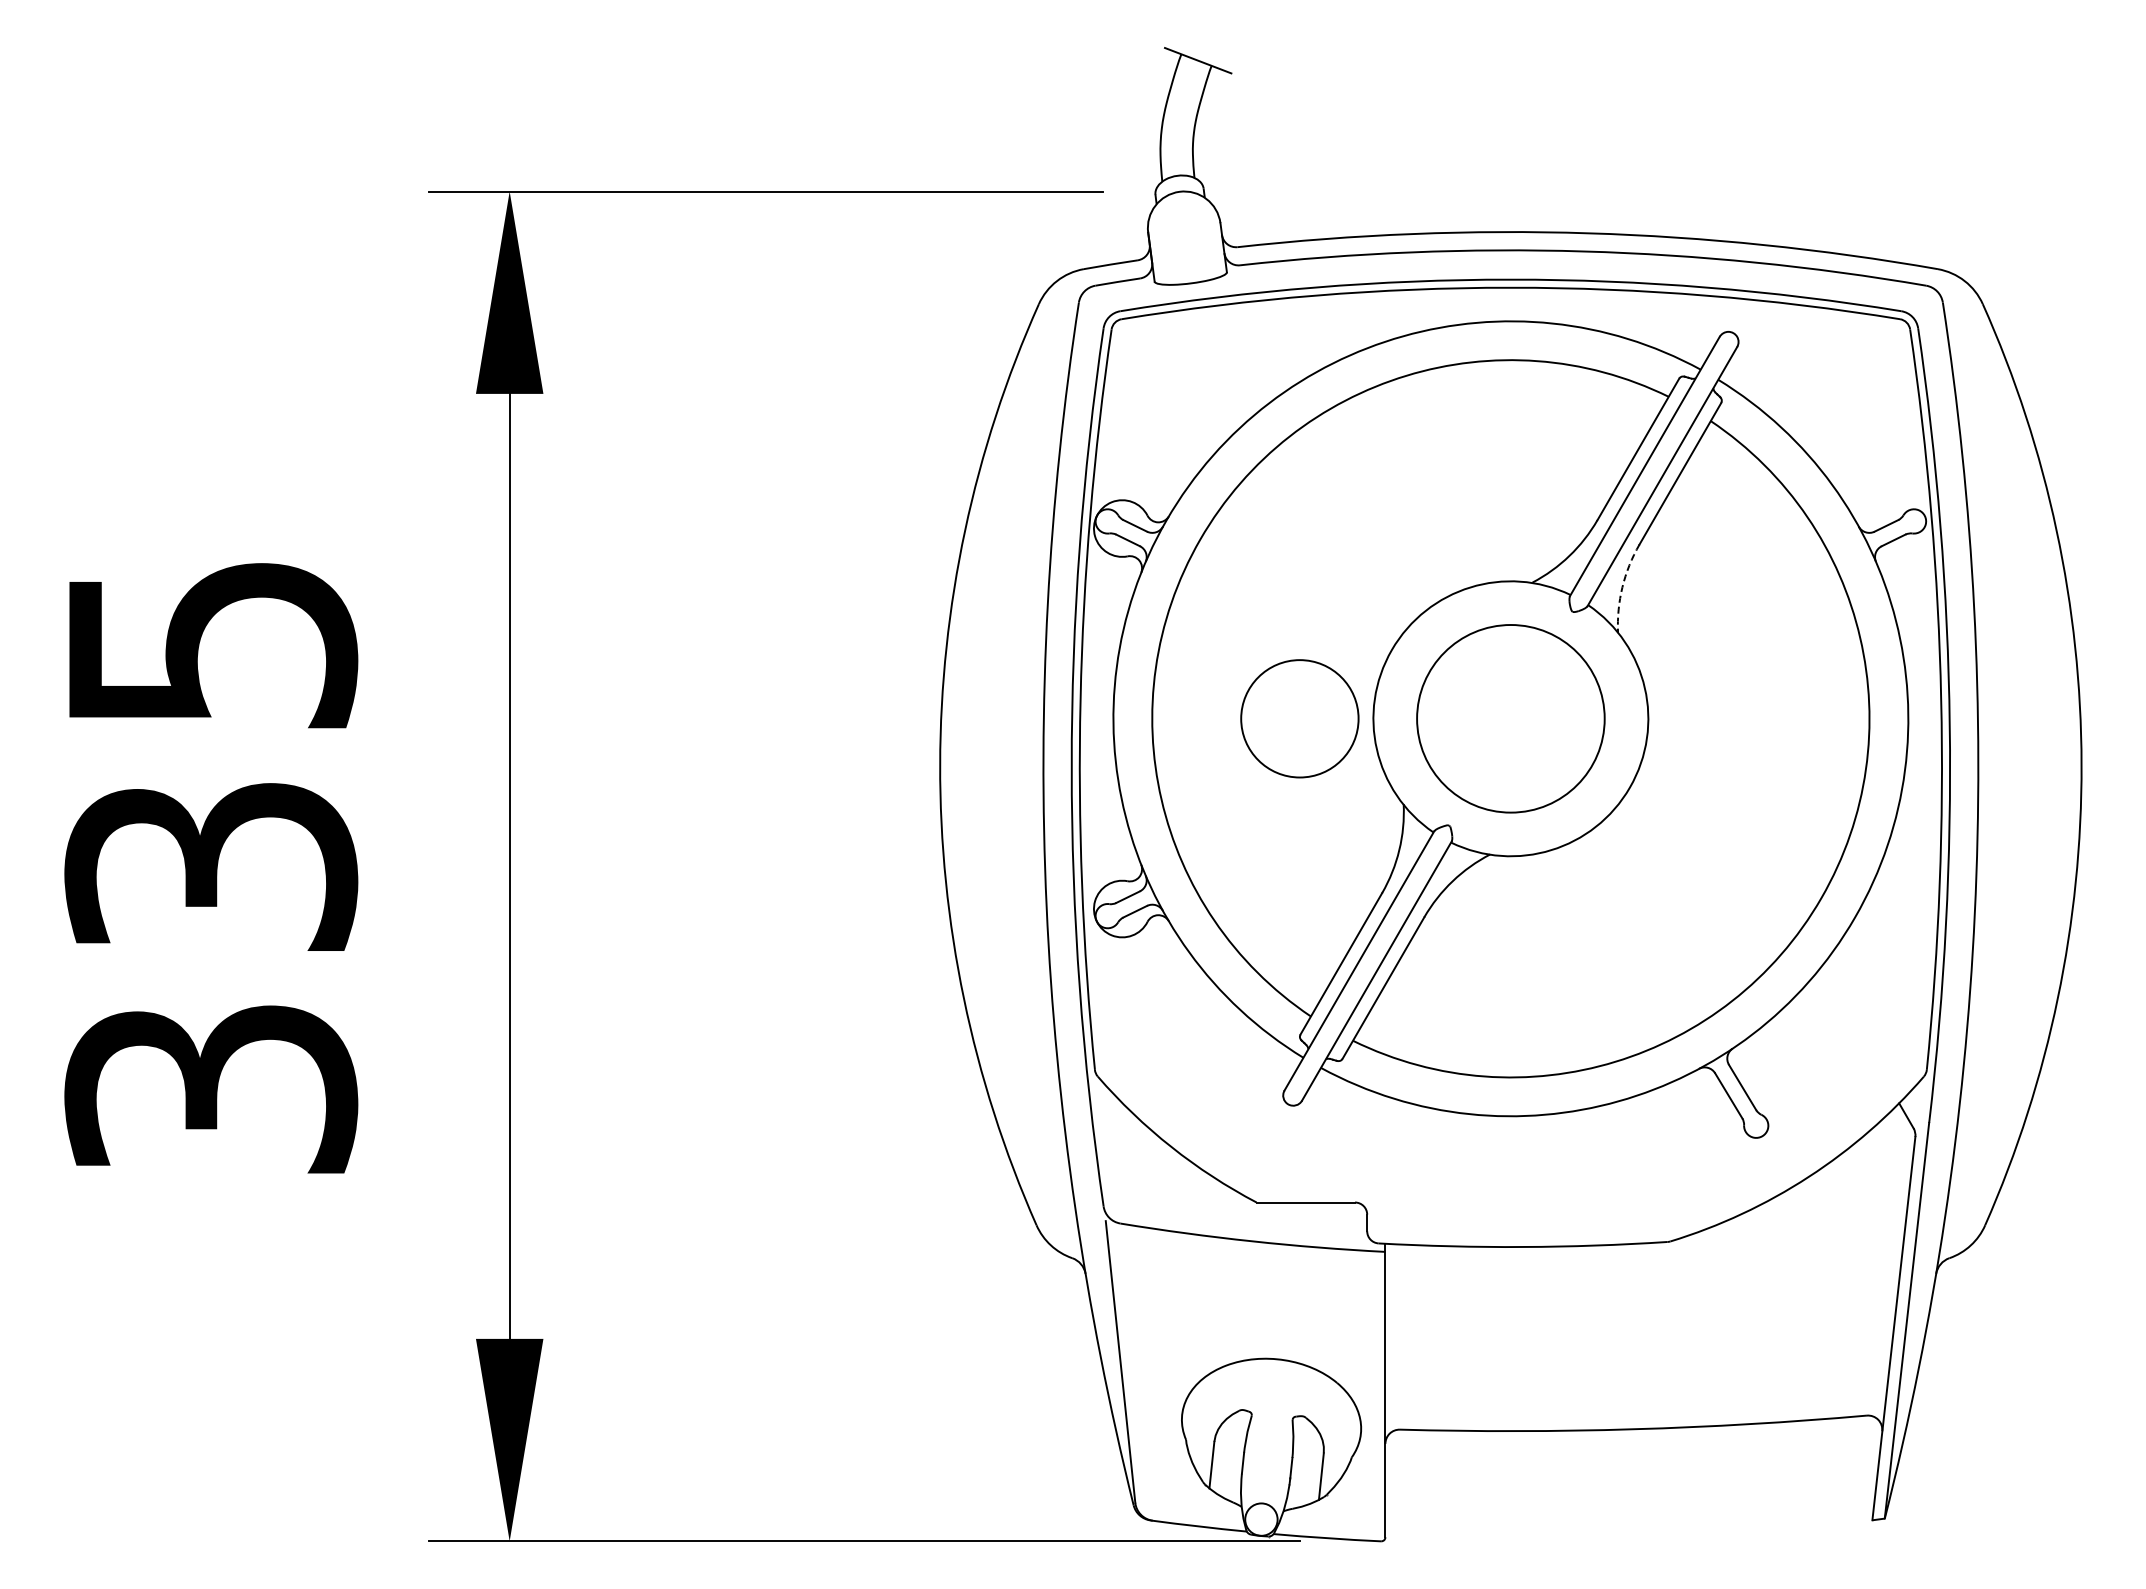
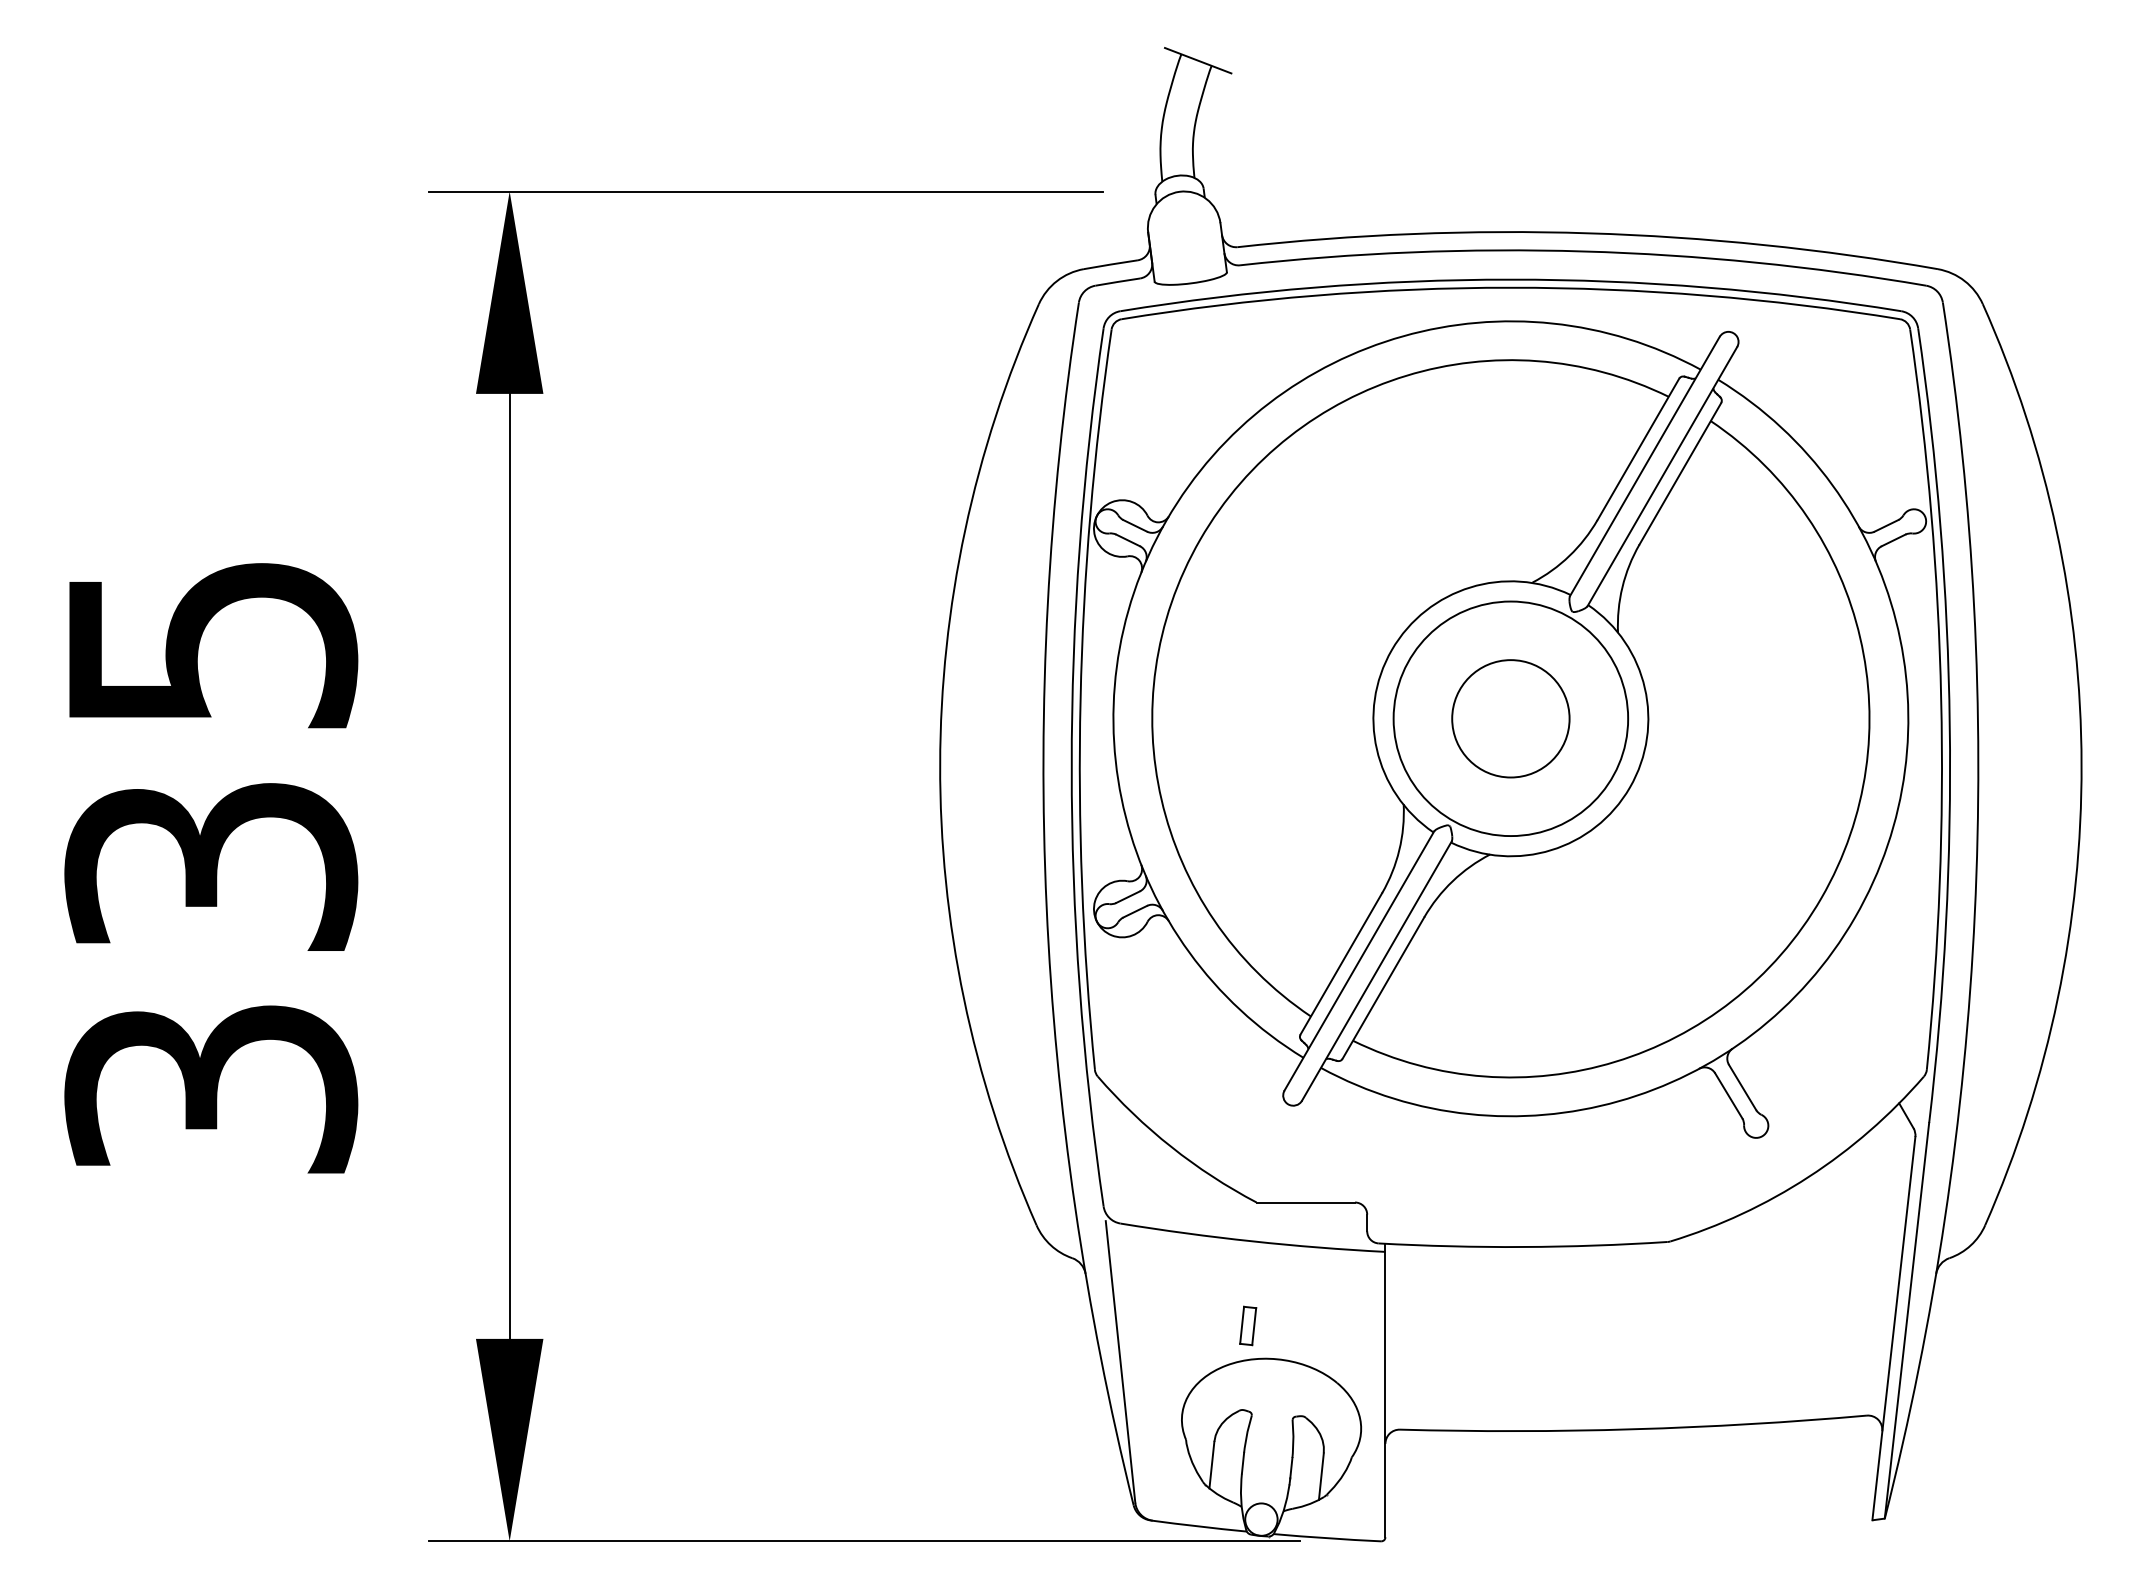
arc at (1622, 587): dashed -> solid
circle at (1299, 718) position: (1299, 718) -> (1510, 718)
circle at (1510, 718) diameter: 188 px -> 235 px
part at (1248, 1325): none -> present
